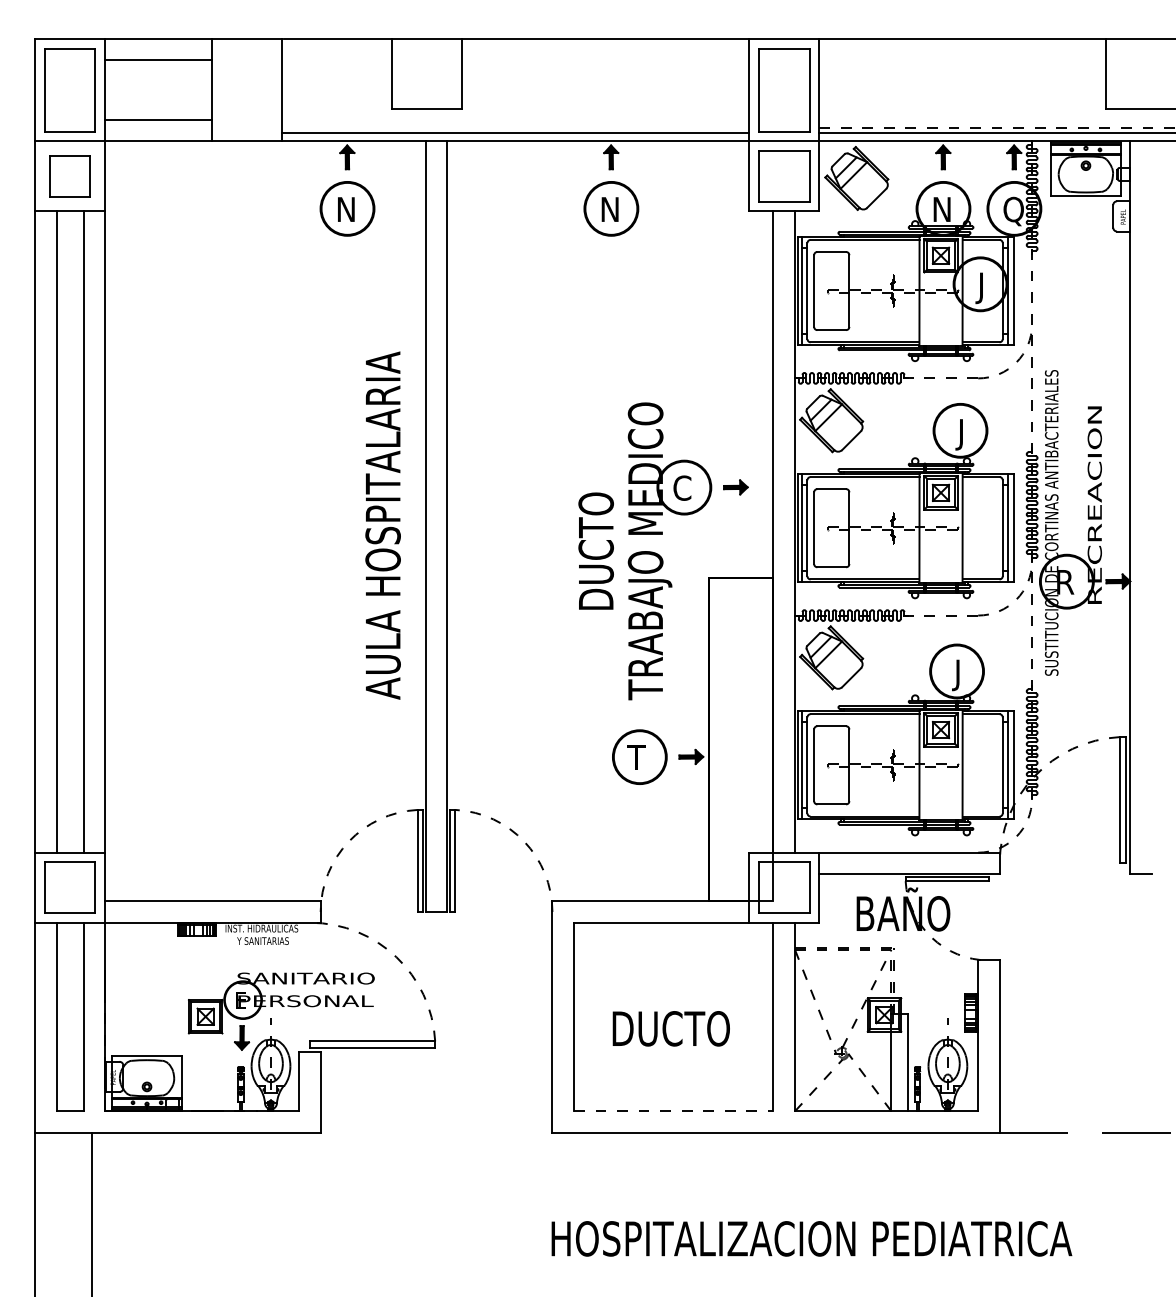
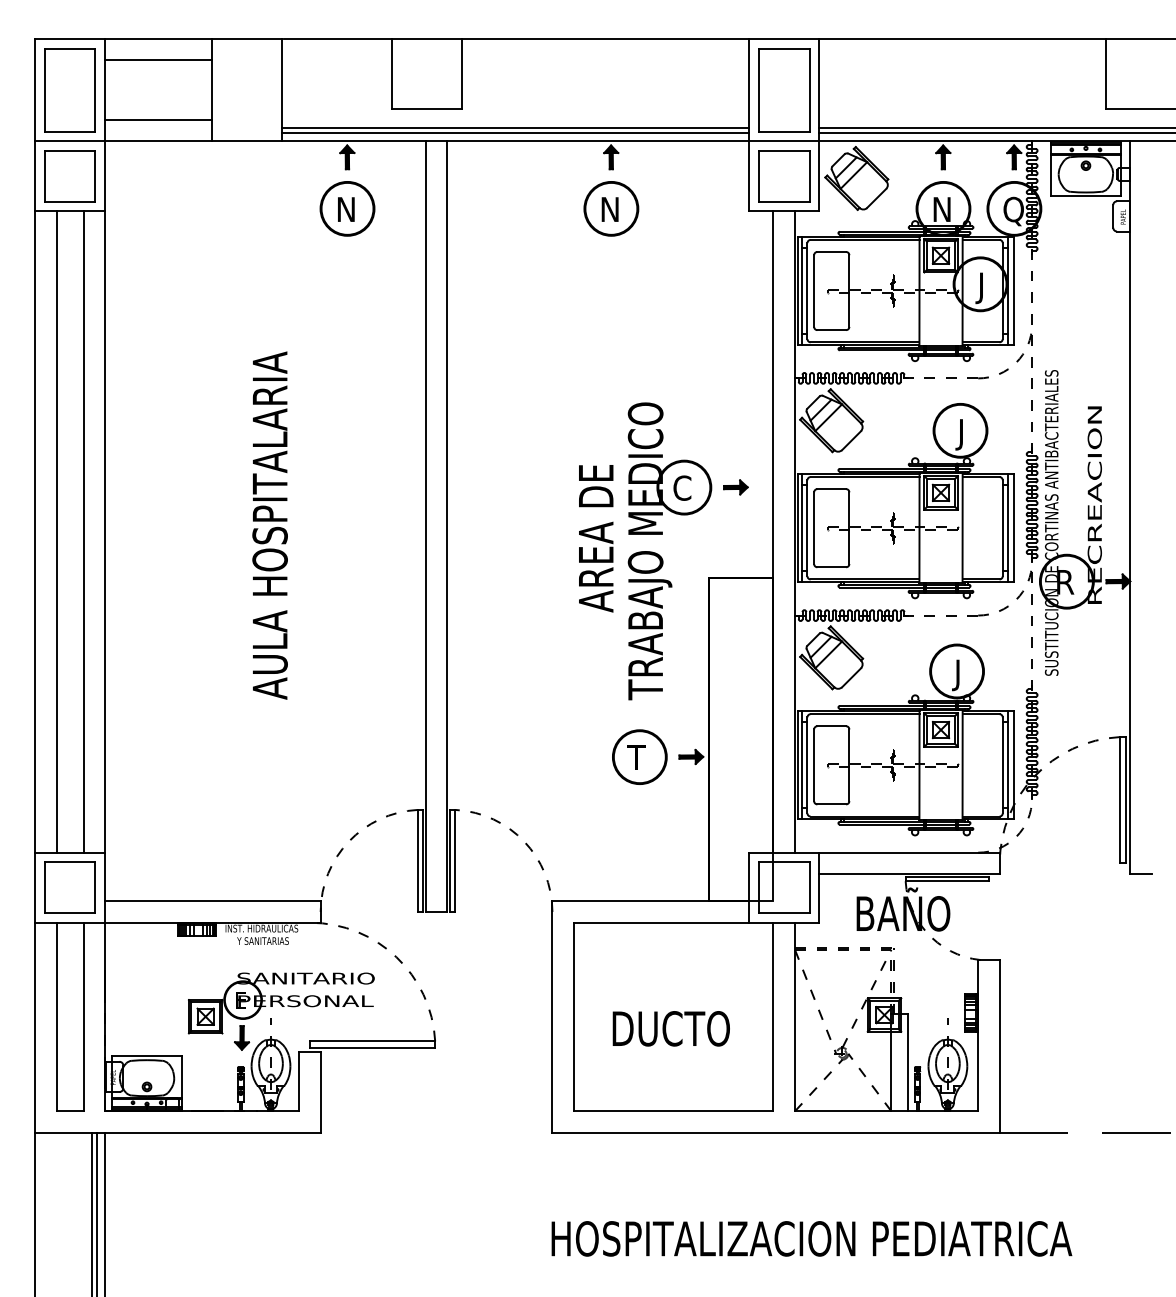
line at (515, 127): none -> present
line at (997, 127): dashed -> solid
part at (69, 176) size: 42x43 px -> 52x53 px
text at (382, 525) position: (382, 525) -> (269, 525)
text at (595, 538): DUCTO -> AREA DE
line at (673, 1111): dashed -> solid
line at (97, 1212): none -> present
line at (105, 1212): none -> present
